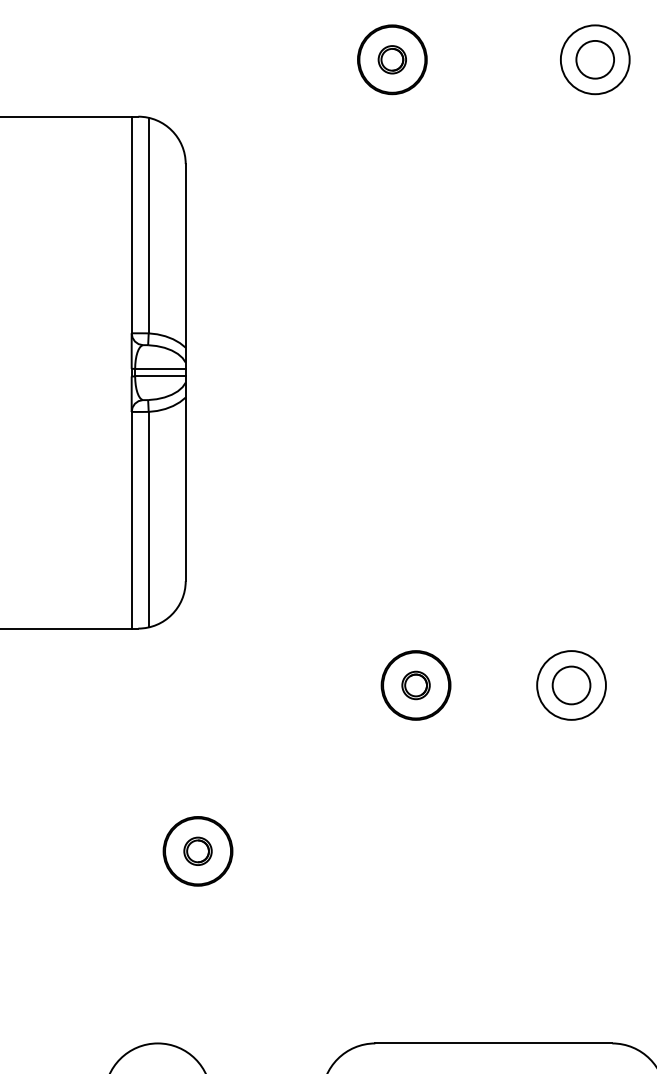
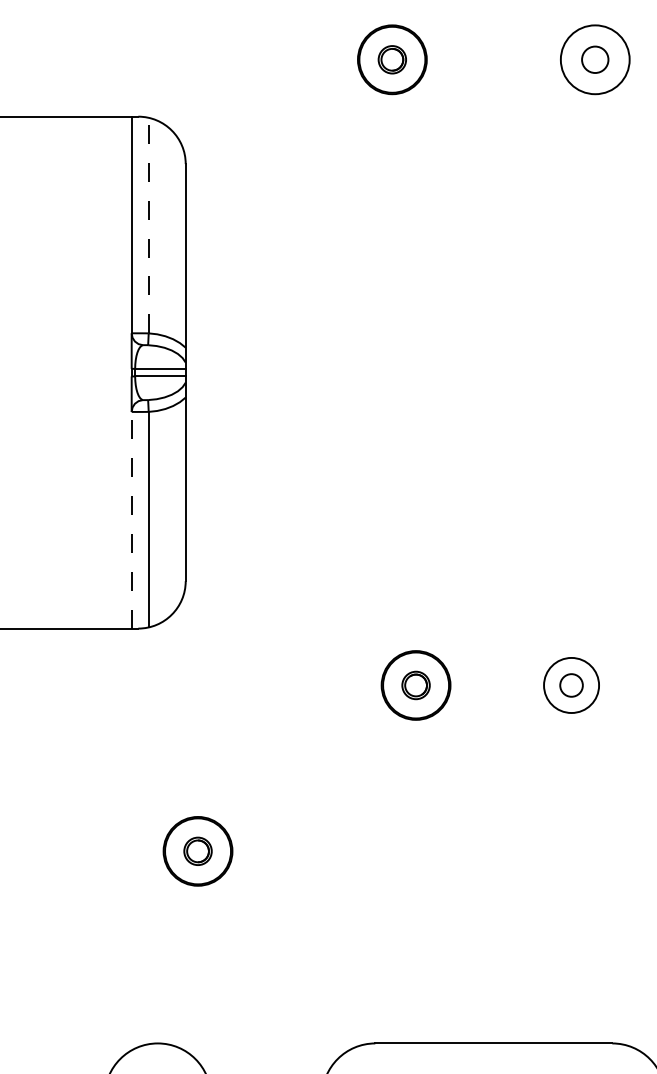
circle at (595, 59) diameter: 38 px -> 26 px
line at (148, 225): solid -> dashed
line at (131, 519): solid -> dashed
circle at (571, 685) diameter: 38 px -> 23 px
circle at (571, 685) diameter: 69 px -> 55 px
